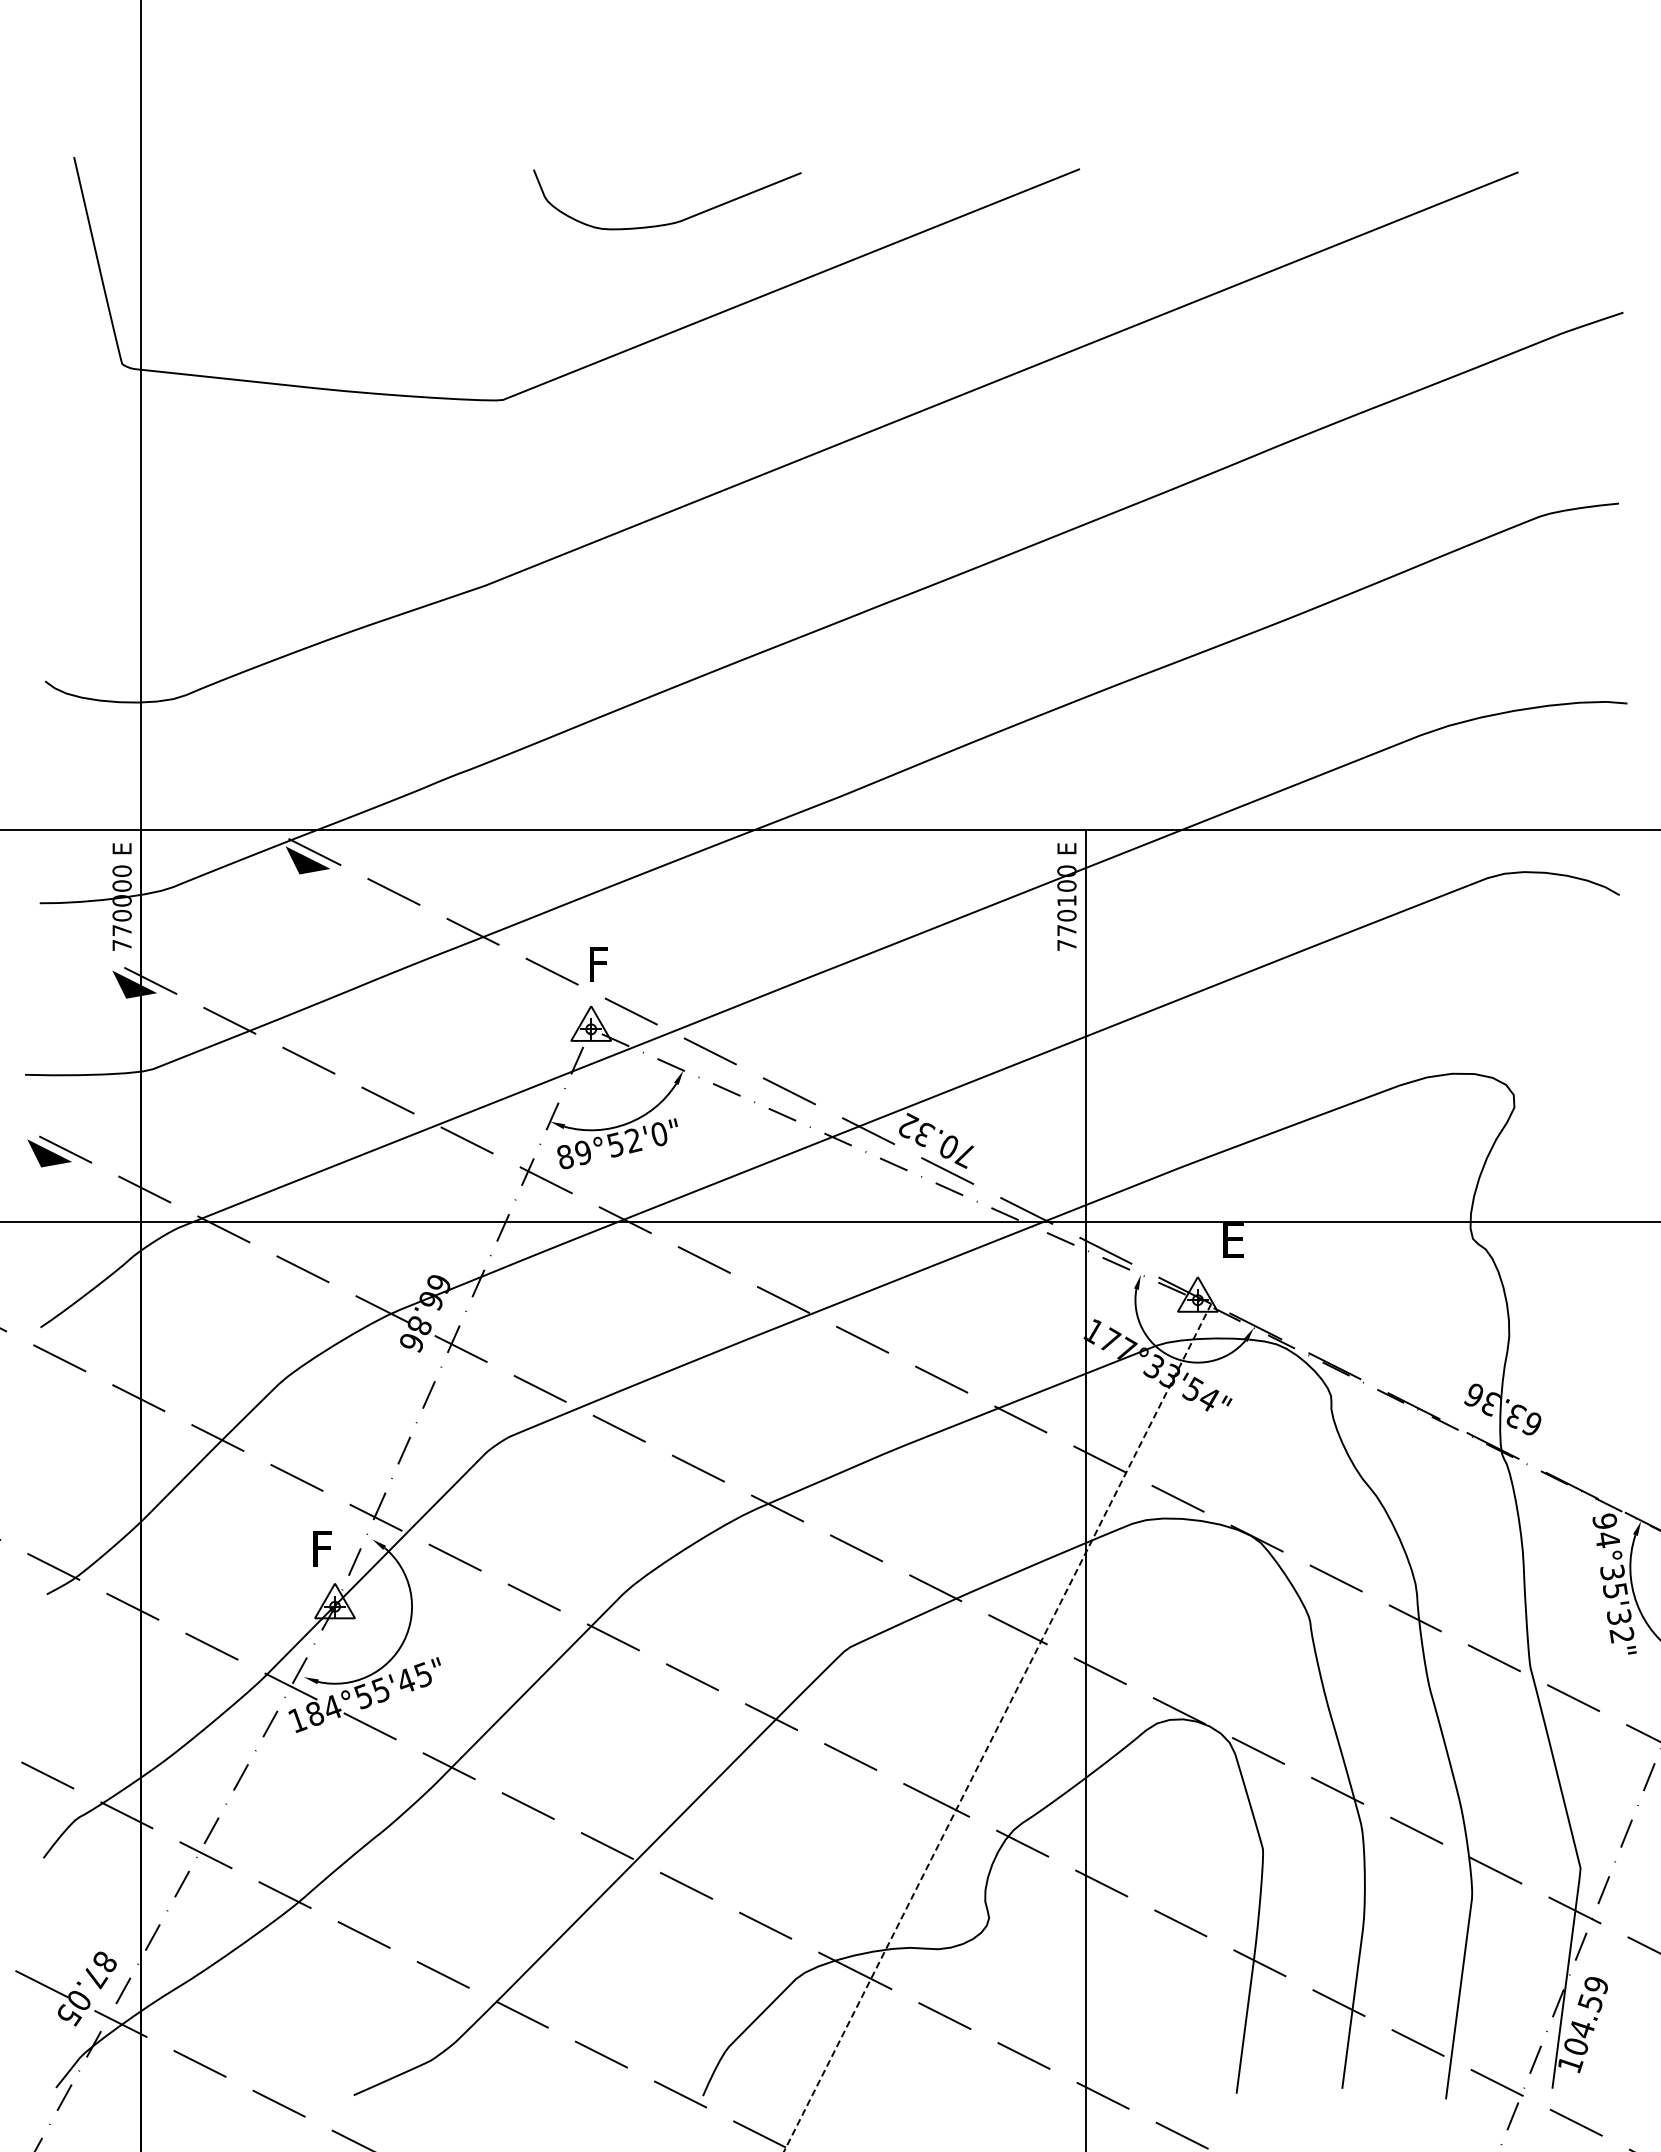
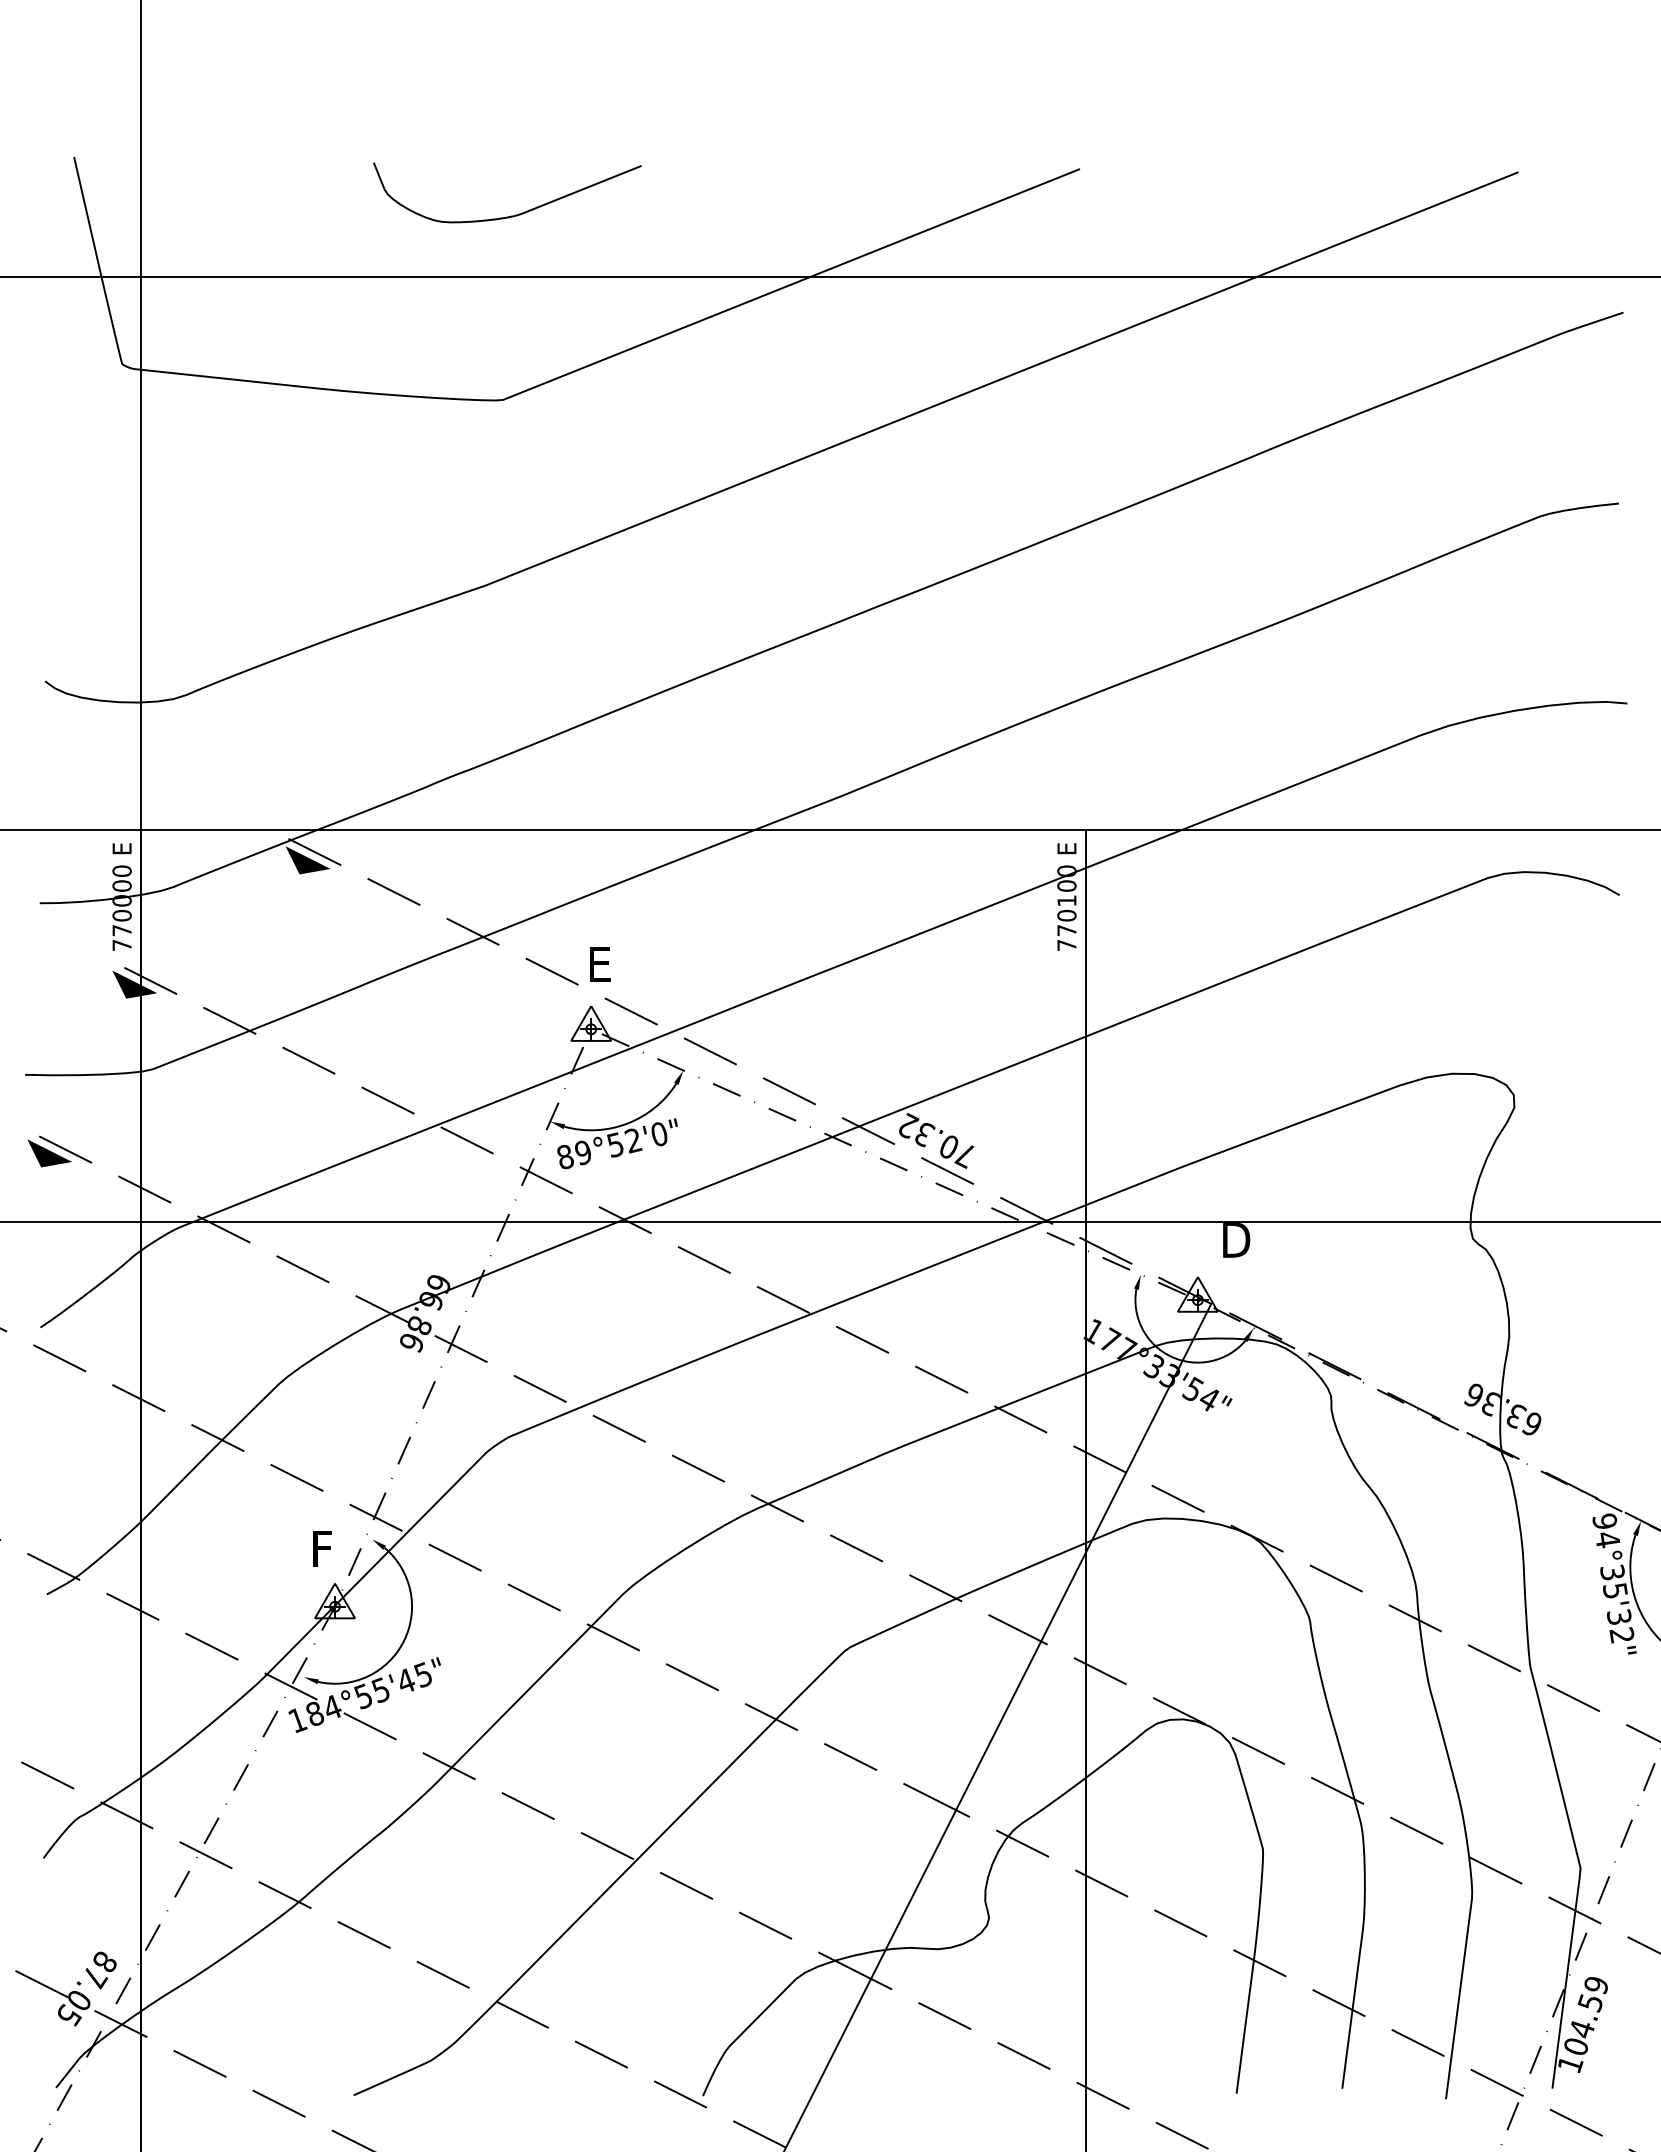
curve at (671, 222) position: (671, 222) -> (511, 215)
line at (829, 277): none -> present
text at (602, 964): F -> E
text at (1236, 1240): E -> D
line at (997, 1727): dashed -> solid
